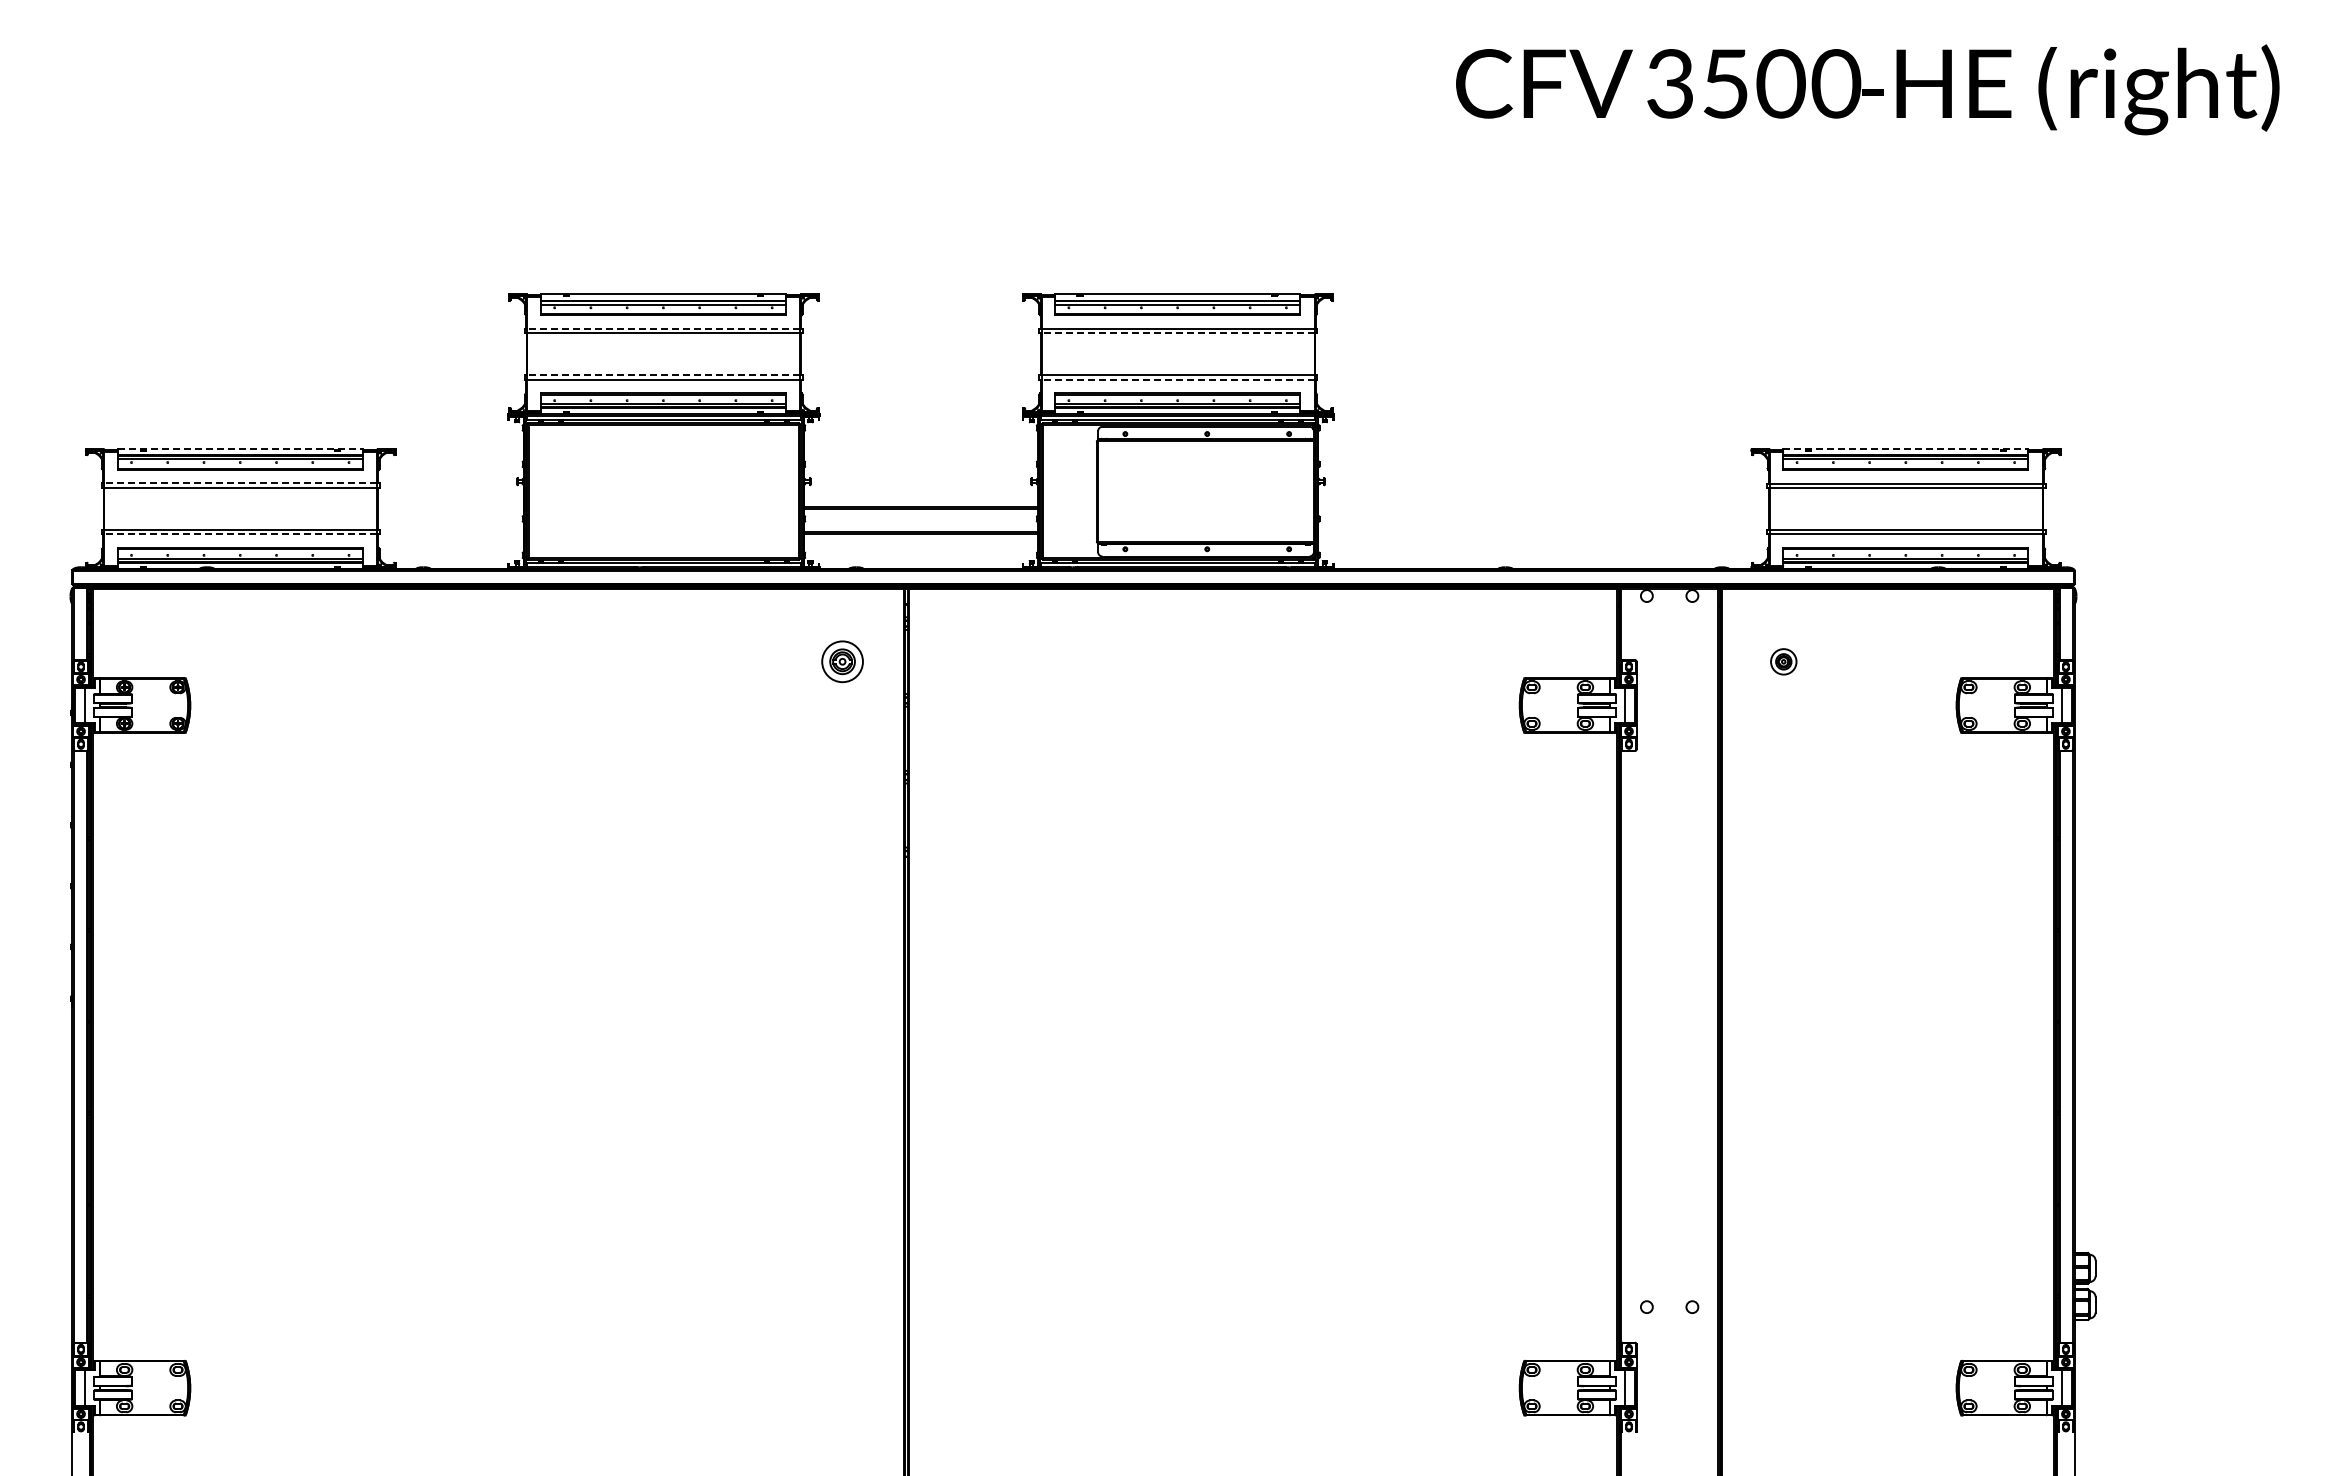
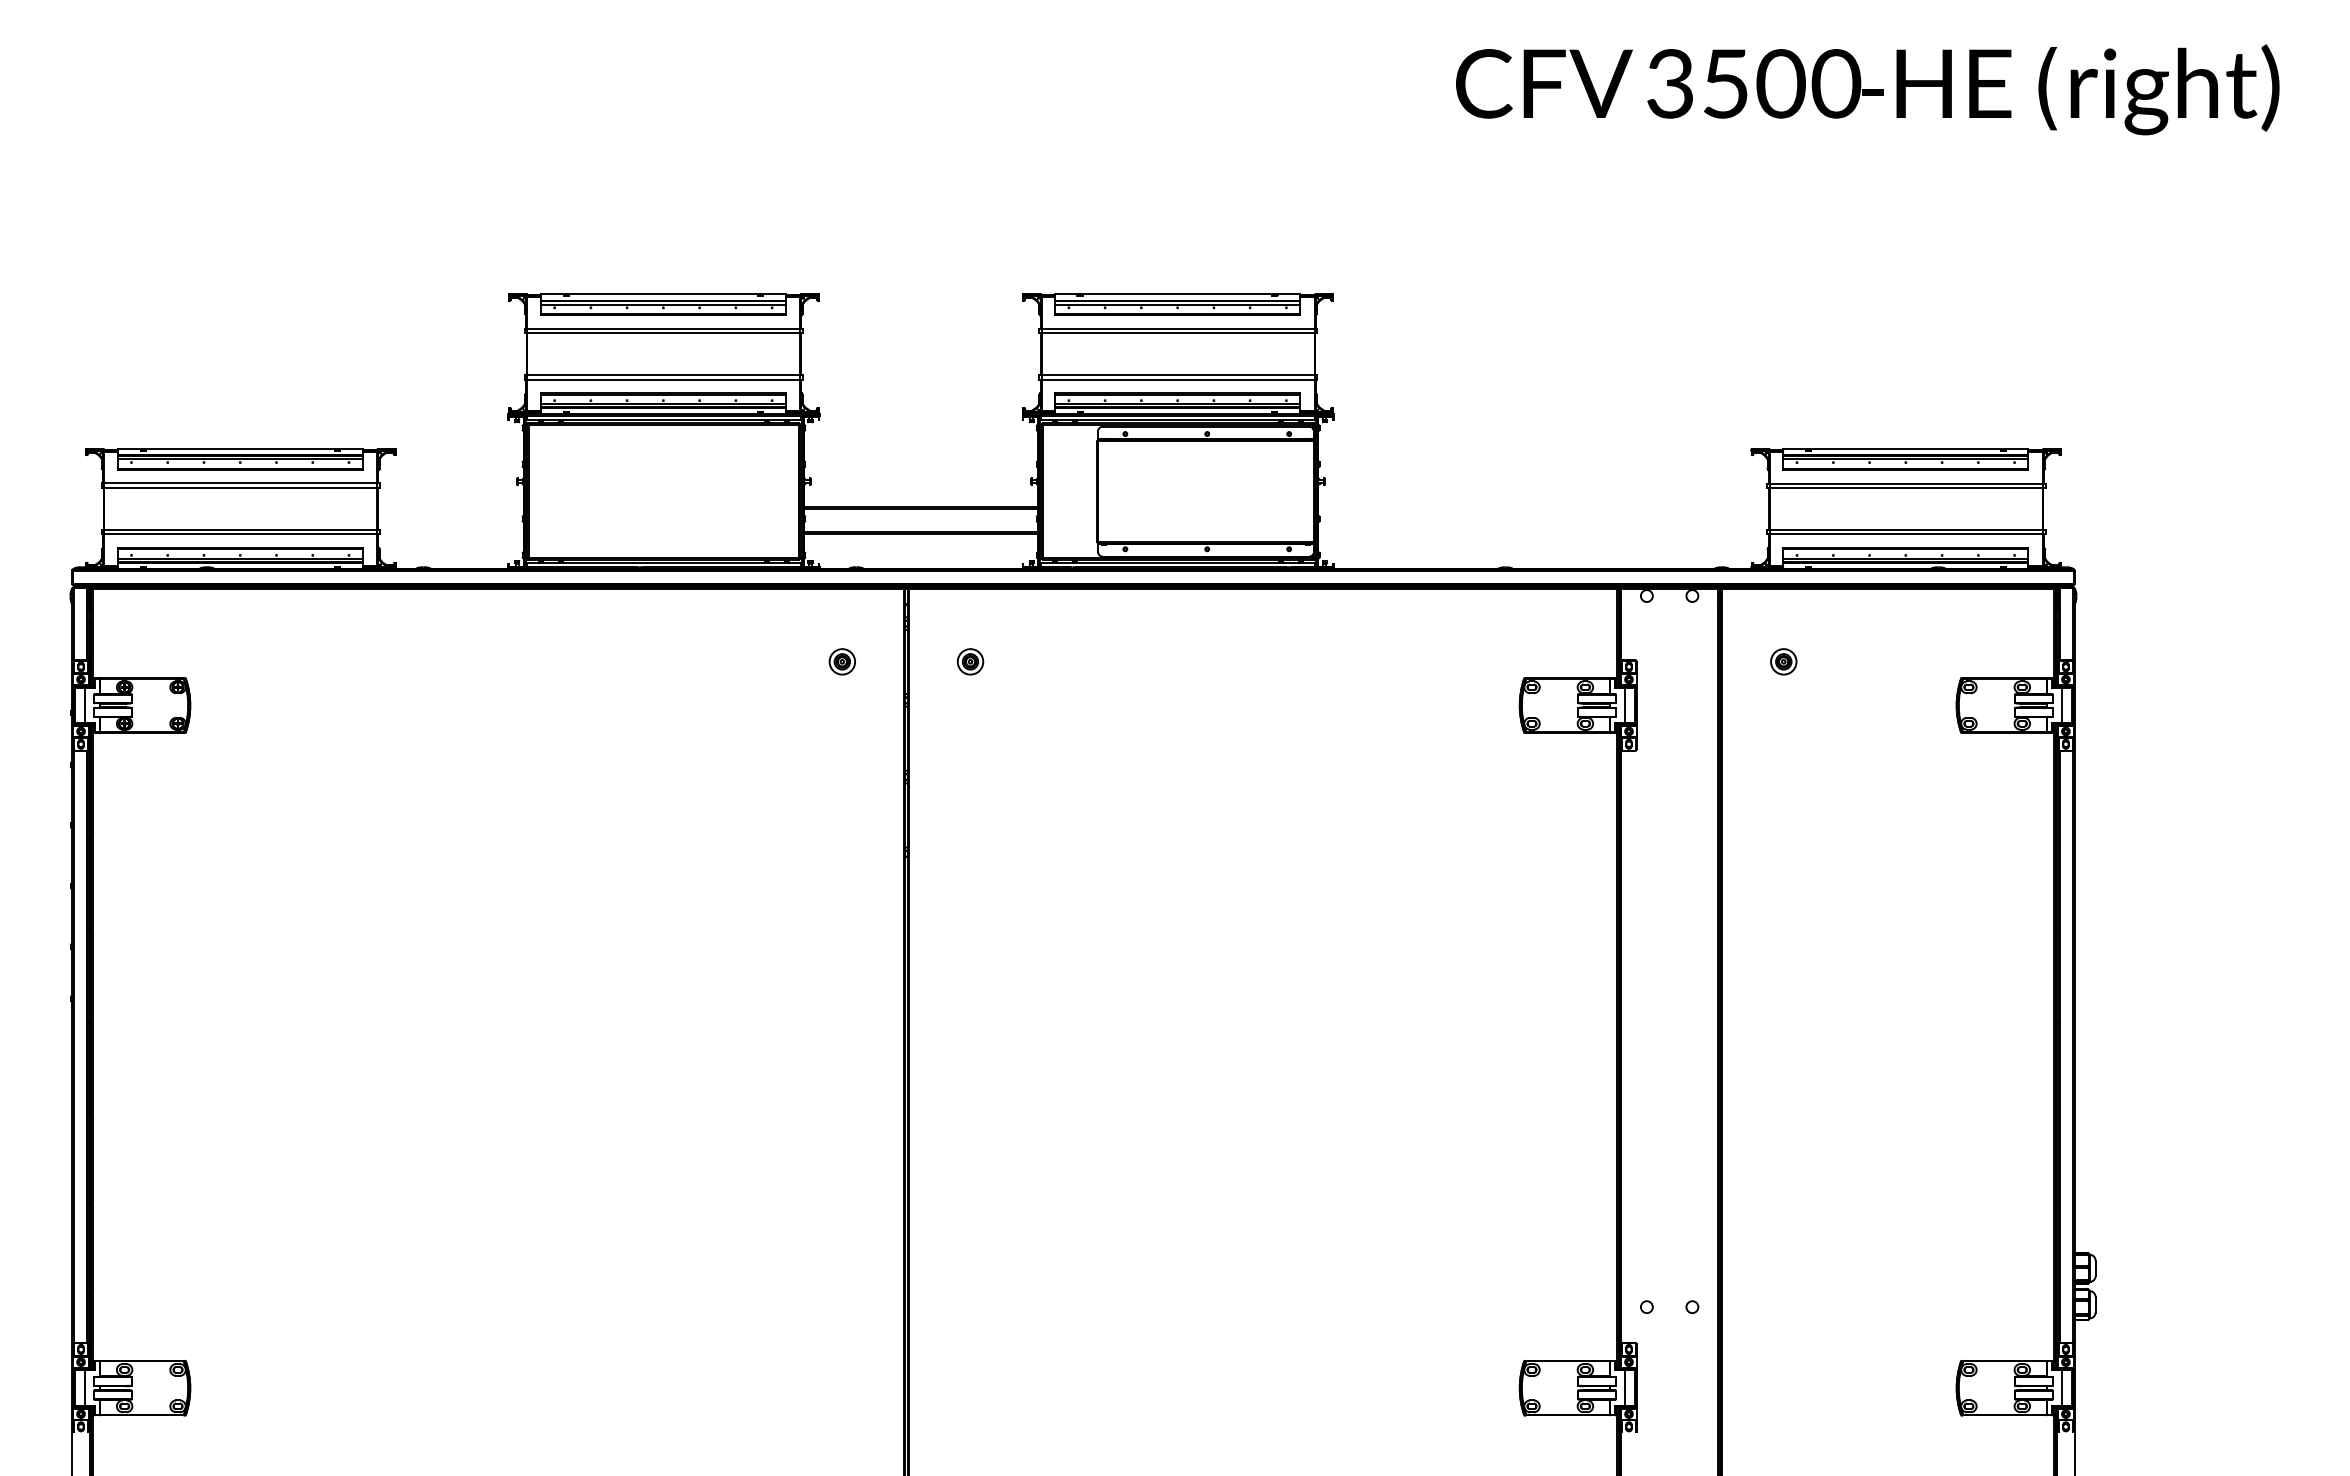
line at (663, 328): dashed -> solid
line at (1178, 333): dashed -> solid
line at (663, 375): dashed -> solid
line at (1178, 379): dashed -> solid
line at (240, 448): dashed -> solid
line at (1906, 448): dashed -> solid
line at (240, 483): dashed -> solid
line at (240, 534): dashed -> solid
part at (842, 661) size: 43x44 px -> 28x28 px
part at (970, 661): none -> present
